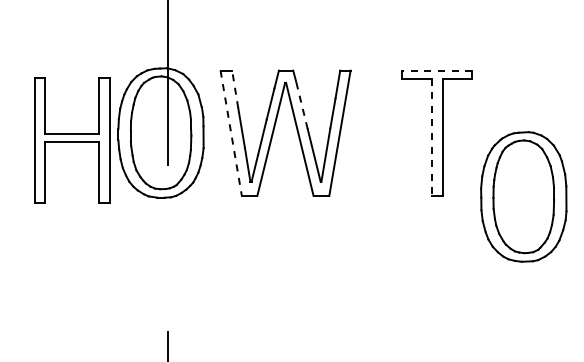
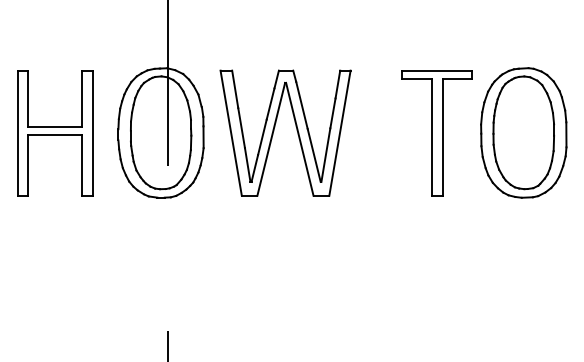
line at (437, 70): dashed -> solid
line at (235, 89): dashed -> solid
line at (301, 104): dashed -> solid
line at (231, 133): dashed -> solid
line at (431, 137): dashed -> solid
part at (72, 140) position: (72, 140) -> (55, 133)
part at (523, 196) position: (523, 196) -> (523, 132)
